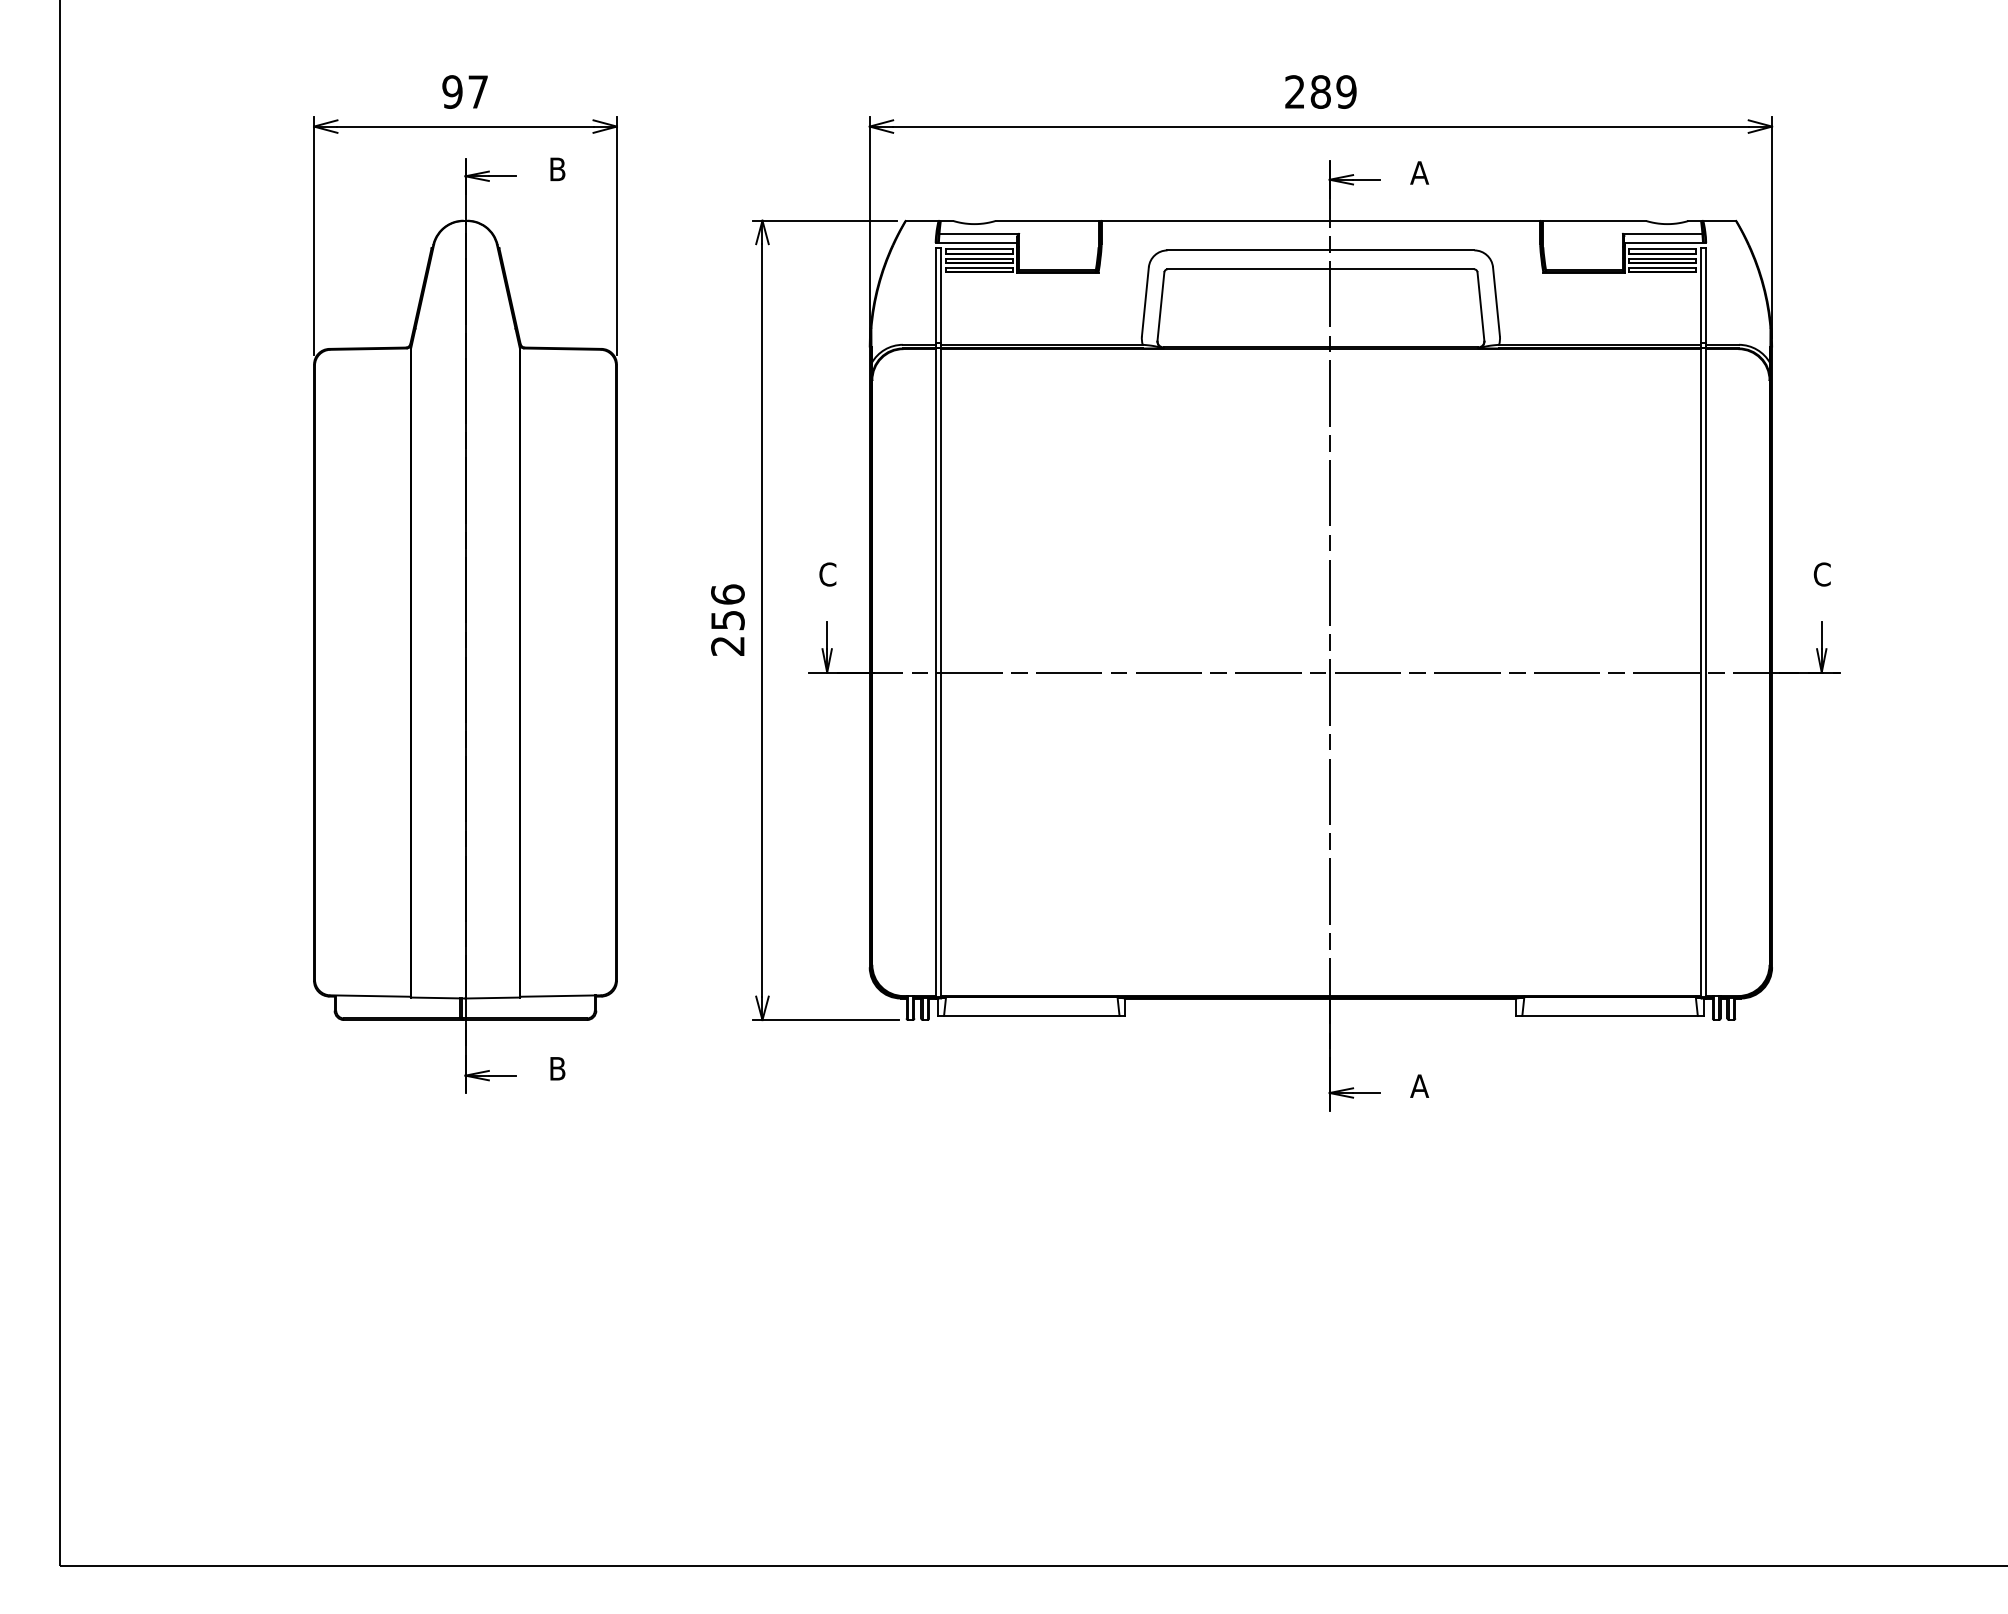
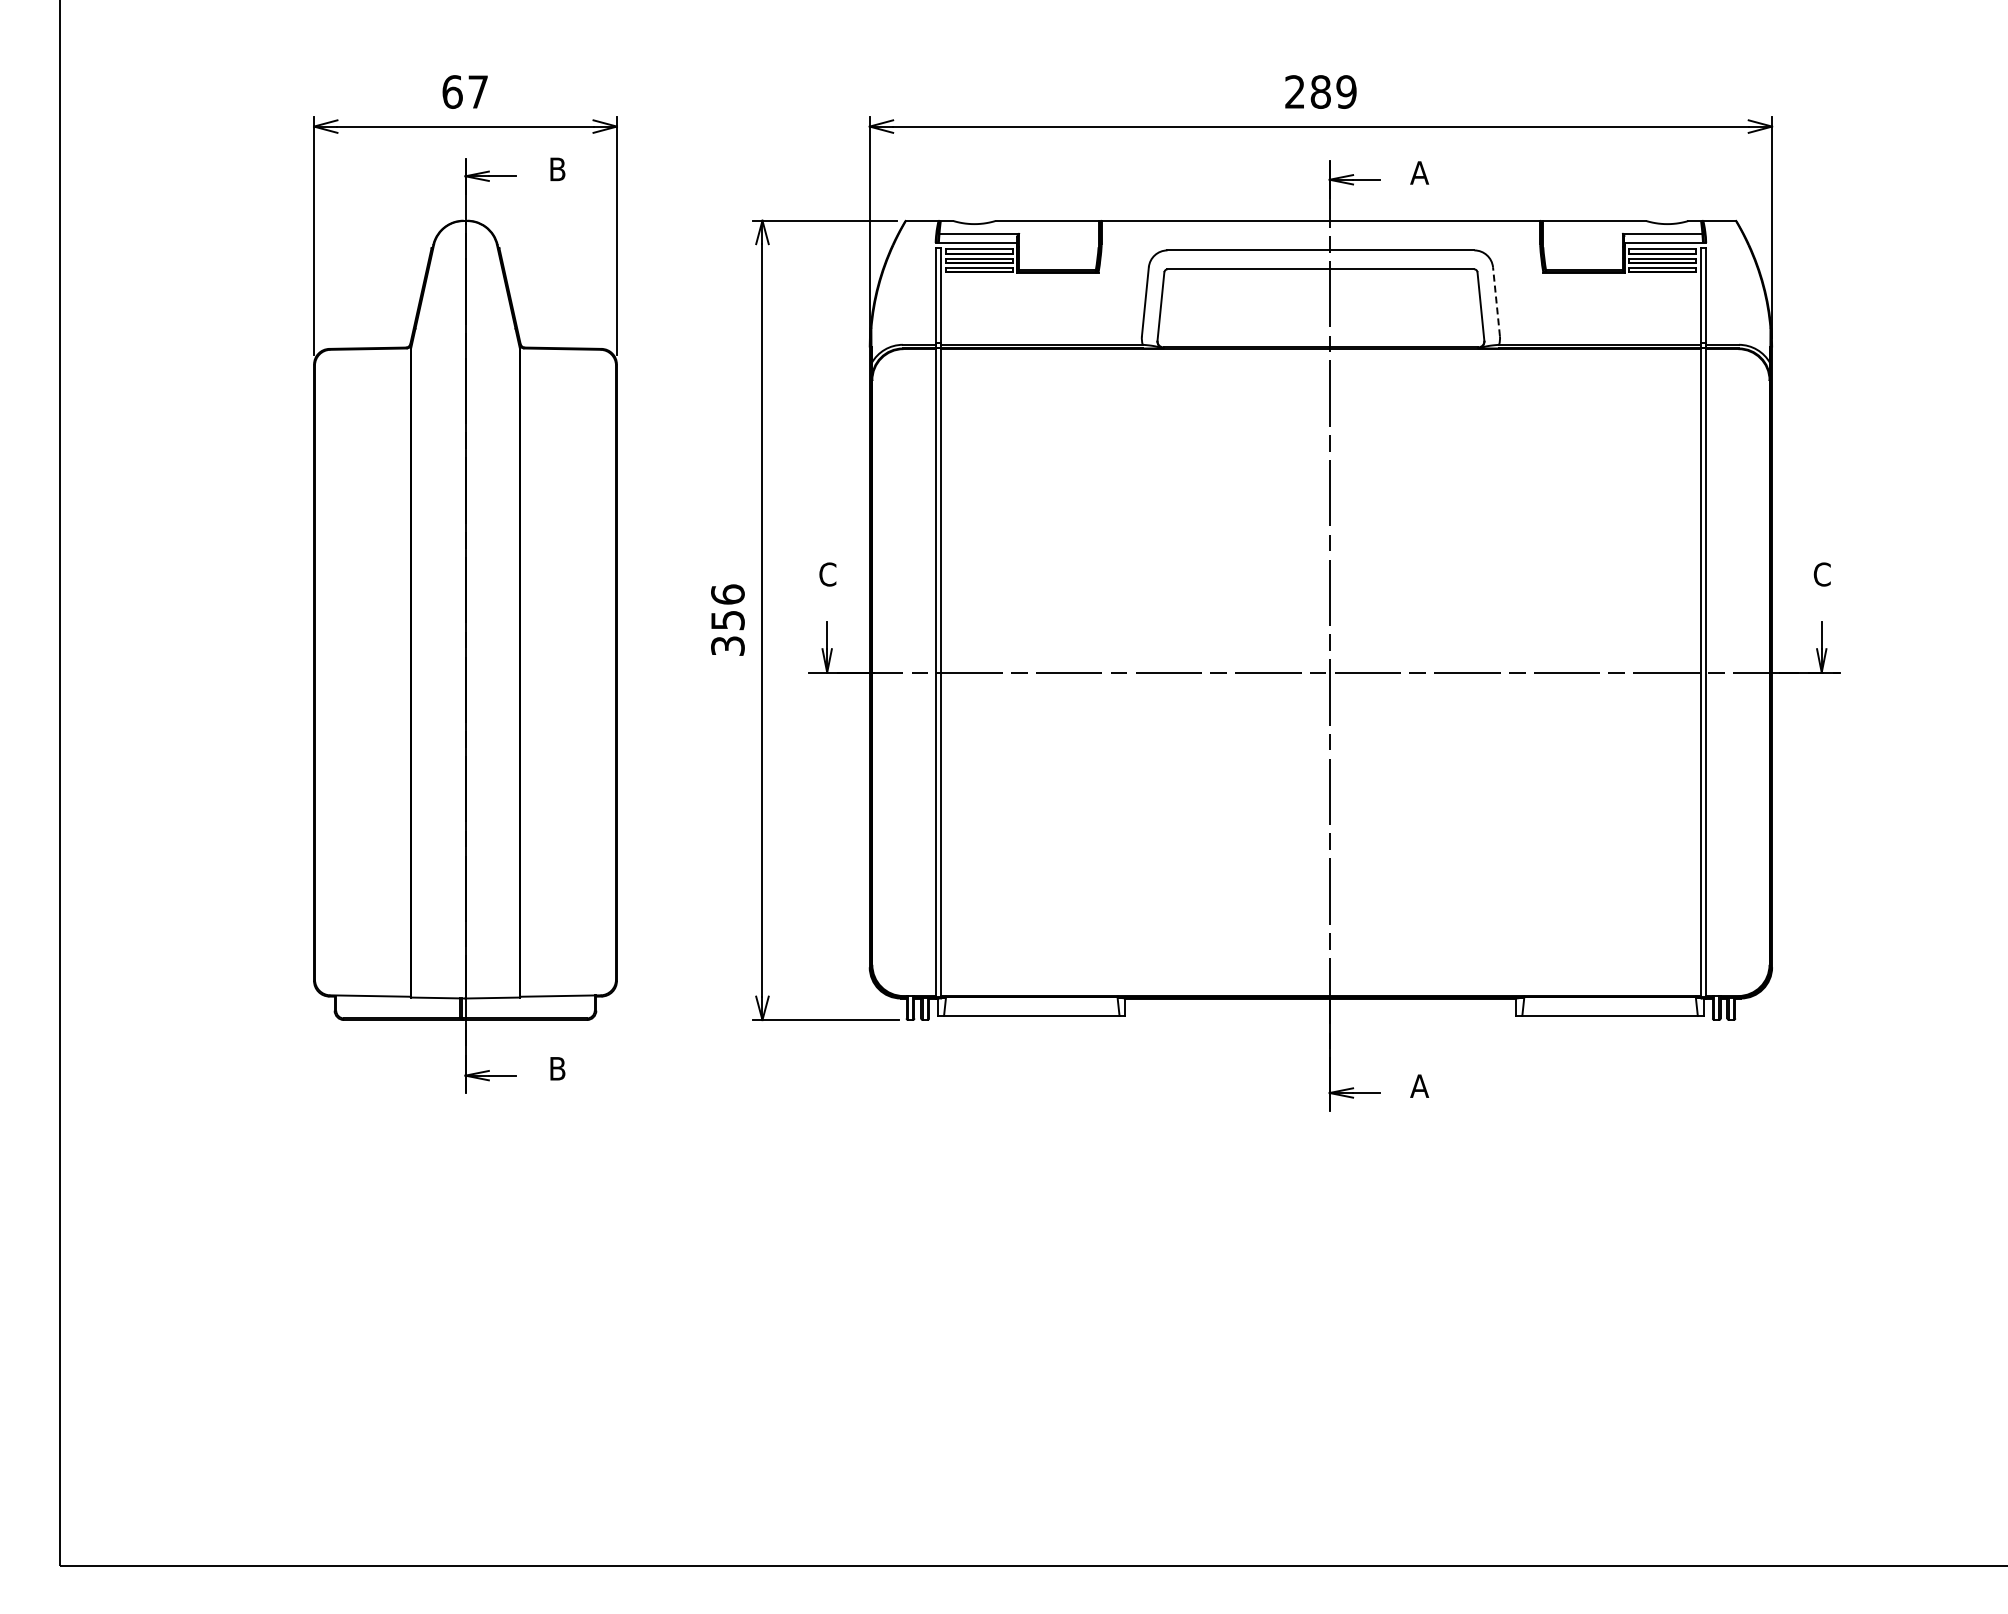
text at (452, 91): 97 -> 67
line at (1496, 301): solid -> dashed
text at (727, 645): 256 -> 356
